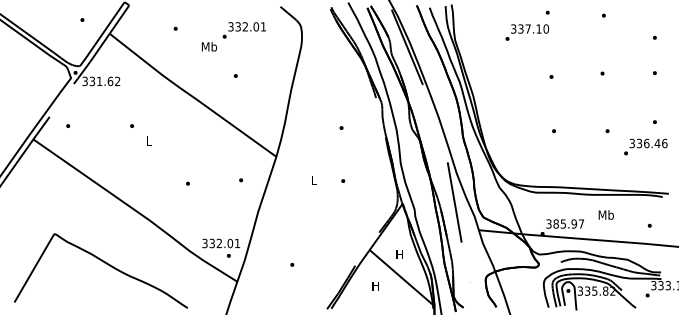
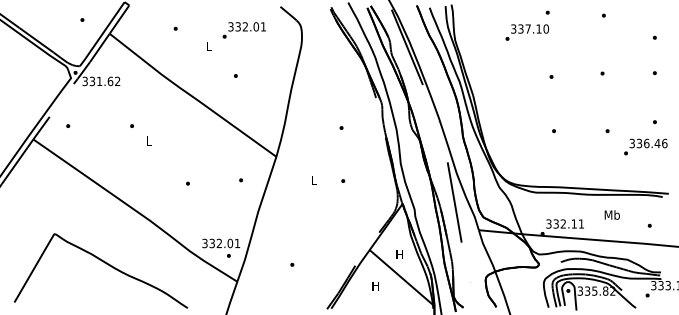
text at (209, 46): Mb -> L
text at (605, 214) position: (605, 214) -> (611, 214)
text at (568, 223): 385.97 -> 332.11
